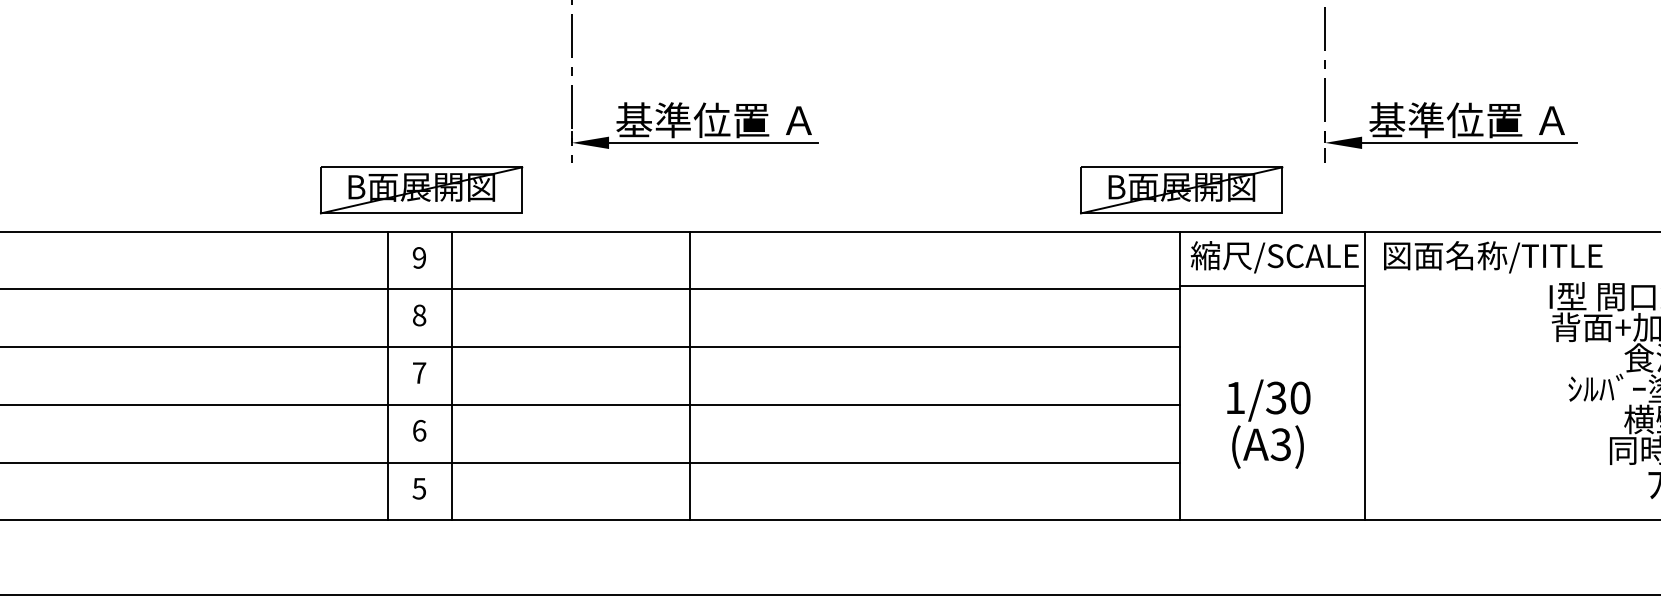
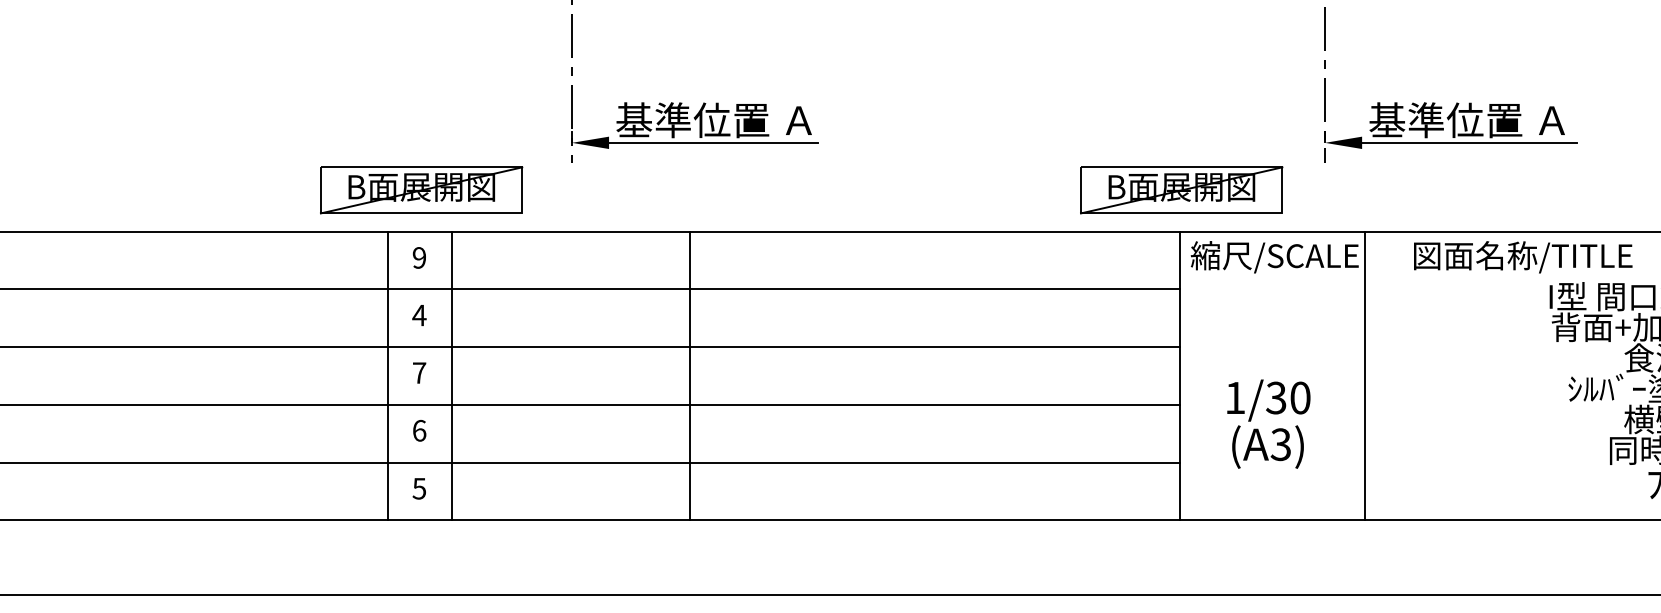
text at (1493, 257) position: (1493, 257) -> (1523, 257)
line at (1271, 286): present -> none
text at (419, 315): 8 -> 4
